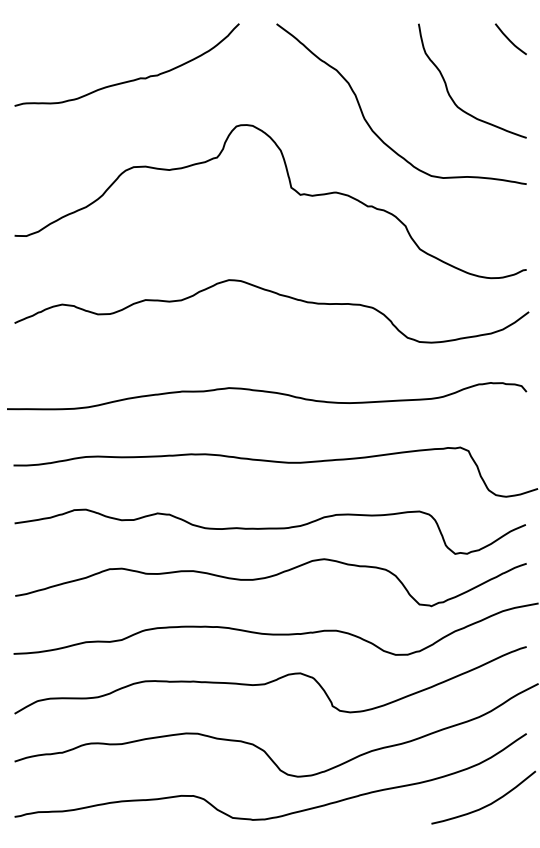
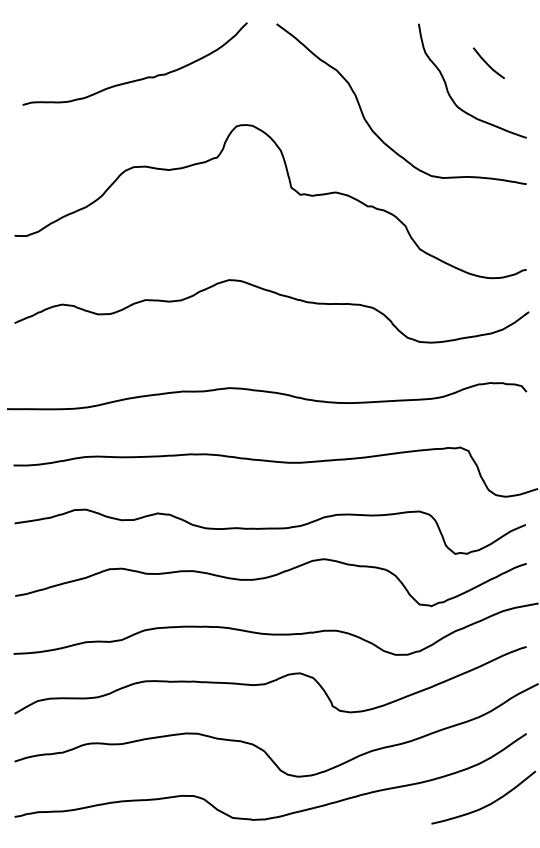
curve at (510, 39) position: (510, 39) -> (488, 63)
curve at (127, 80) position: (127, 80) -> (135, 79)
